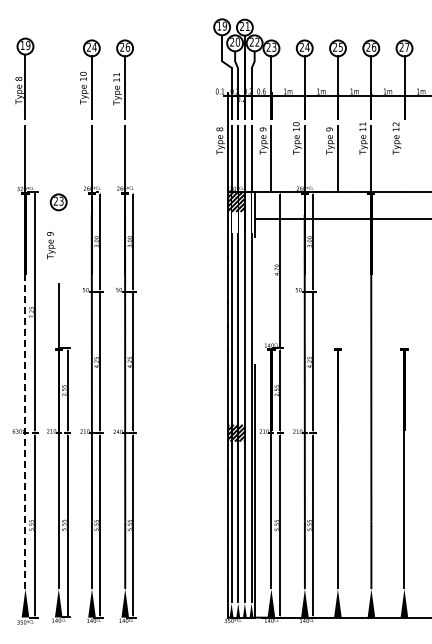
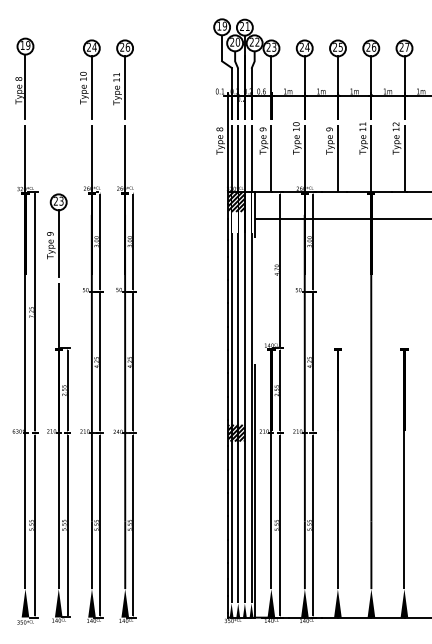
line at (404, 158): none -> present
line at (58, 243): none -> present
line at (25, 411): dashed -> solid
